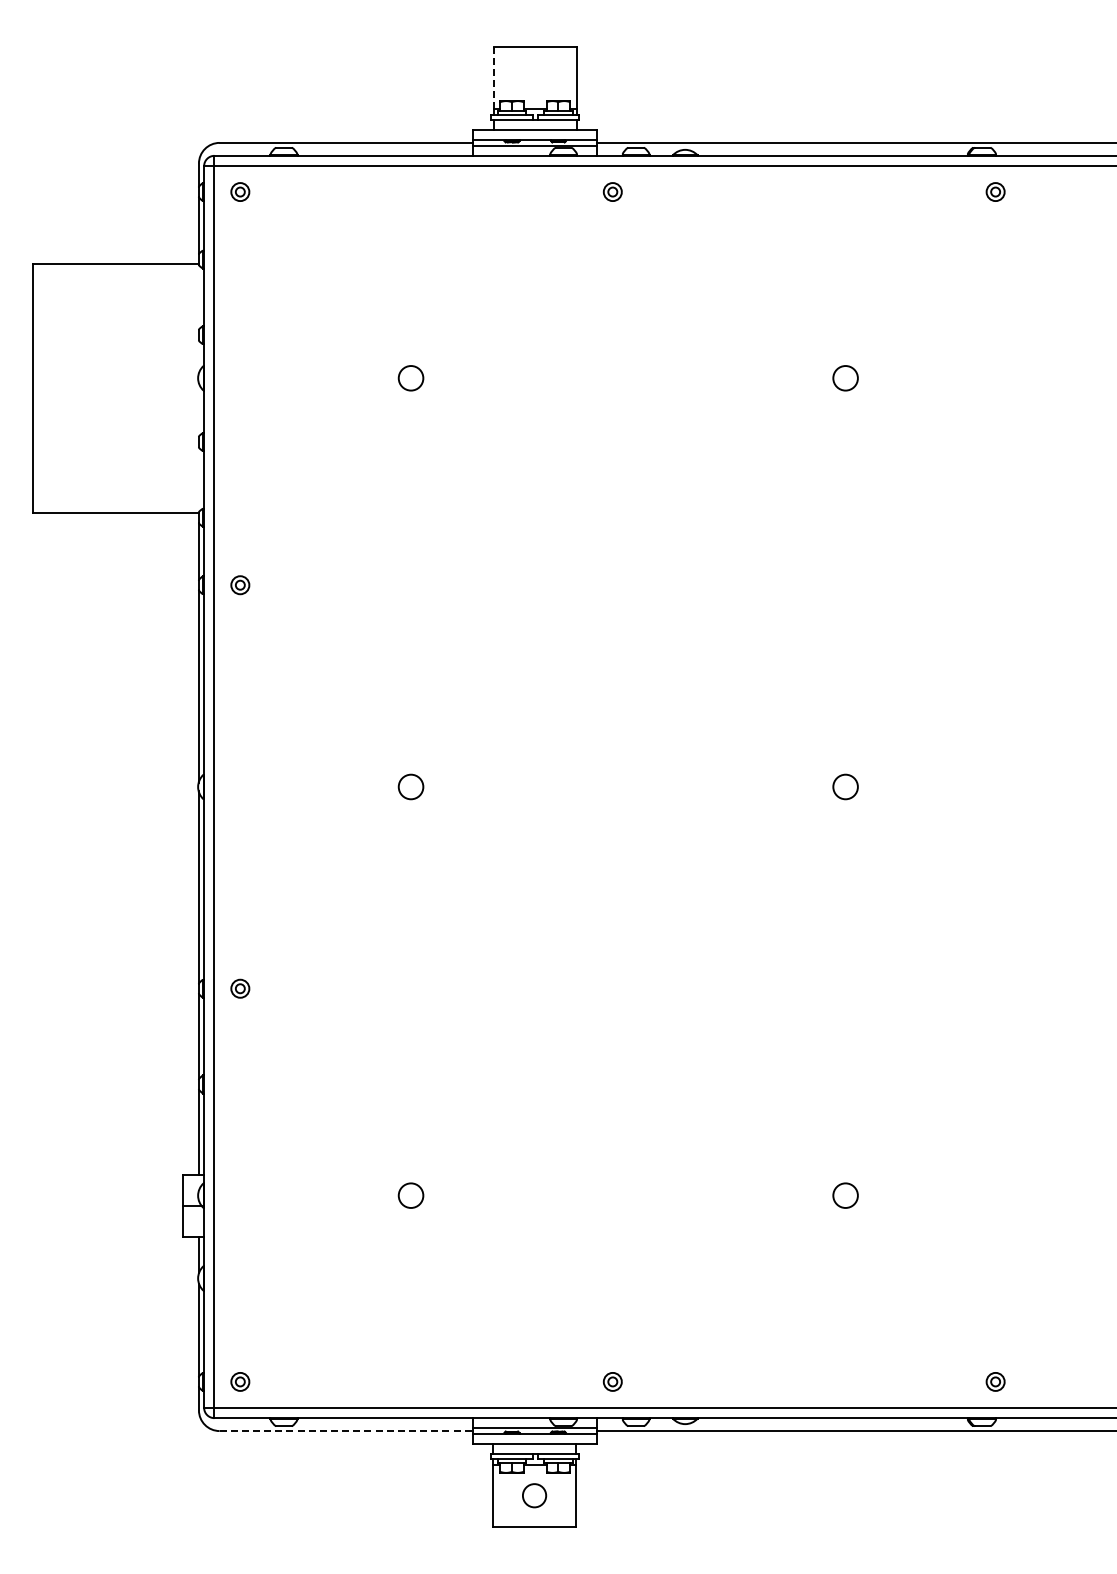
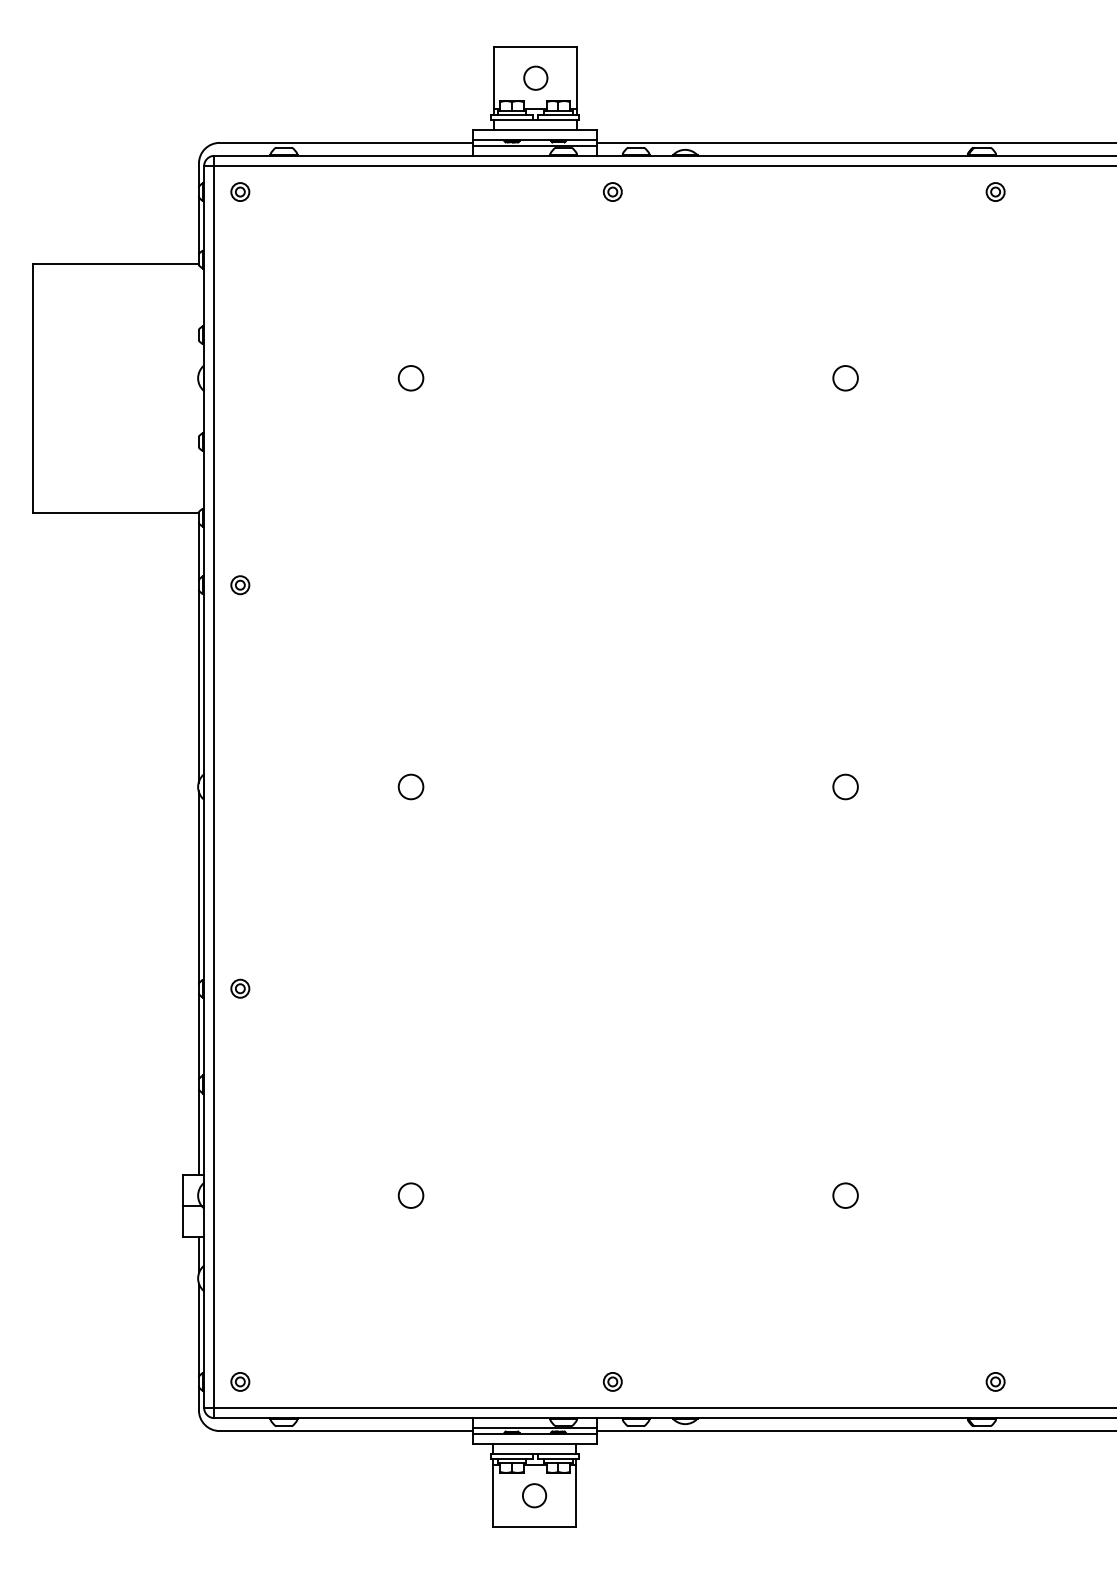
line at (494, 77): dashed -> solid
circle at (535, 77): none -> present
line at (346, 1431): dashed -> solid
